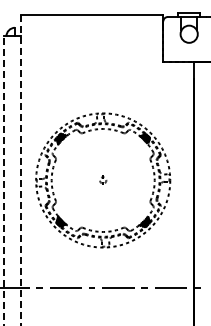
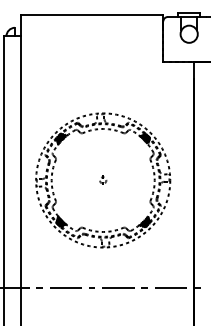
line at (21, 169): dashed -> solid
line at (4, 181): dashed -> solid
